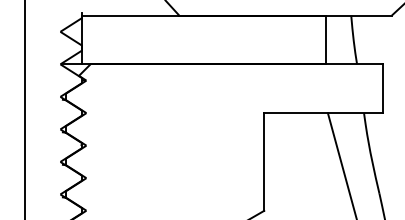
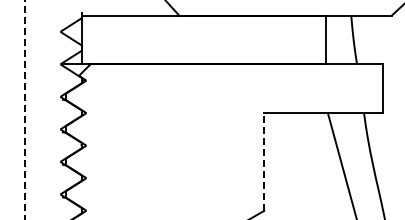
line at (25, 110): solid -> dashed
line at (264, 161): solid -> dashed
